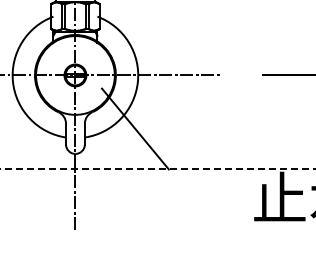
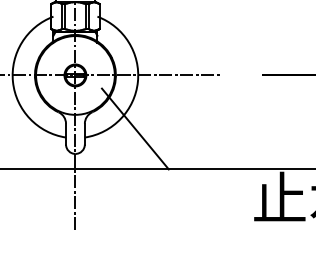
line at (158, 169): dashed -> solid
